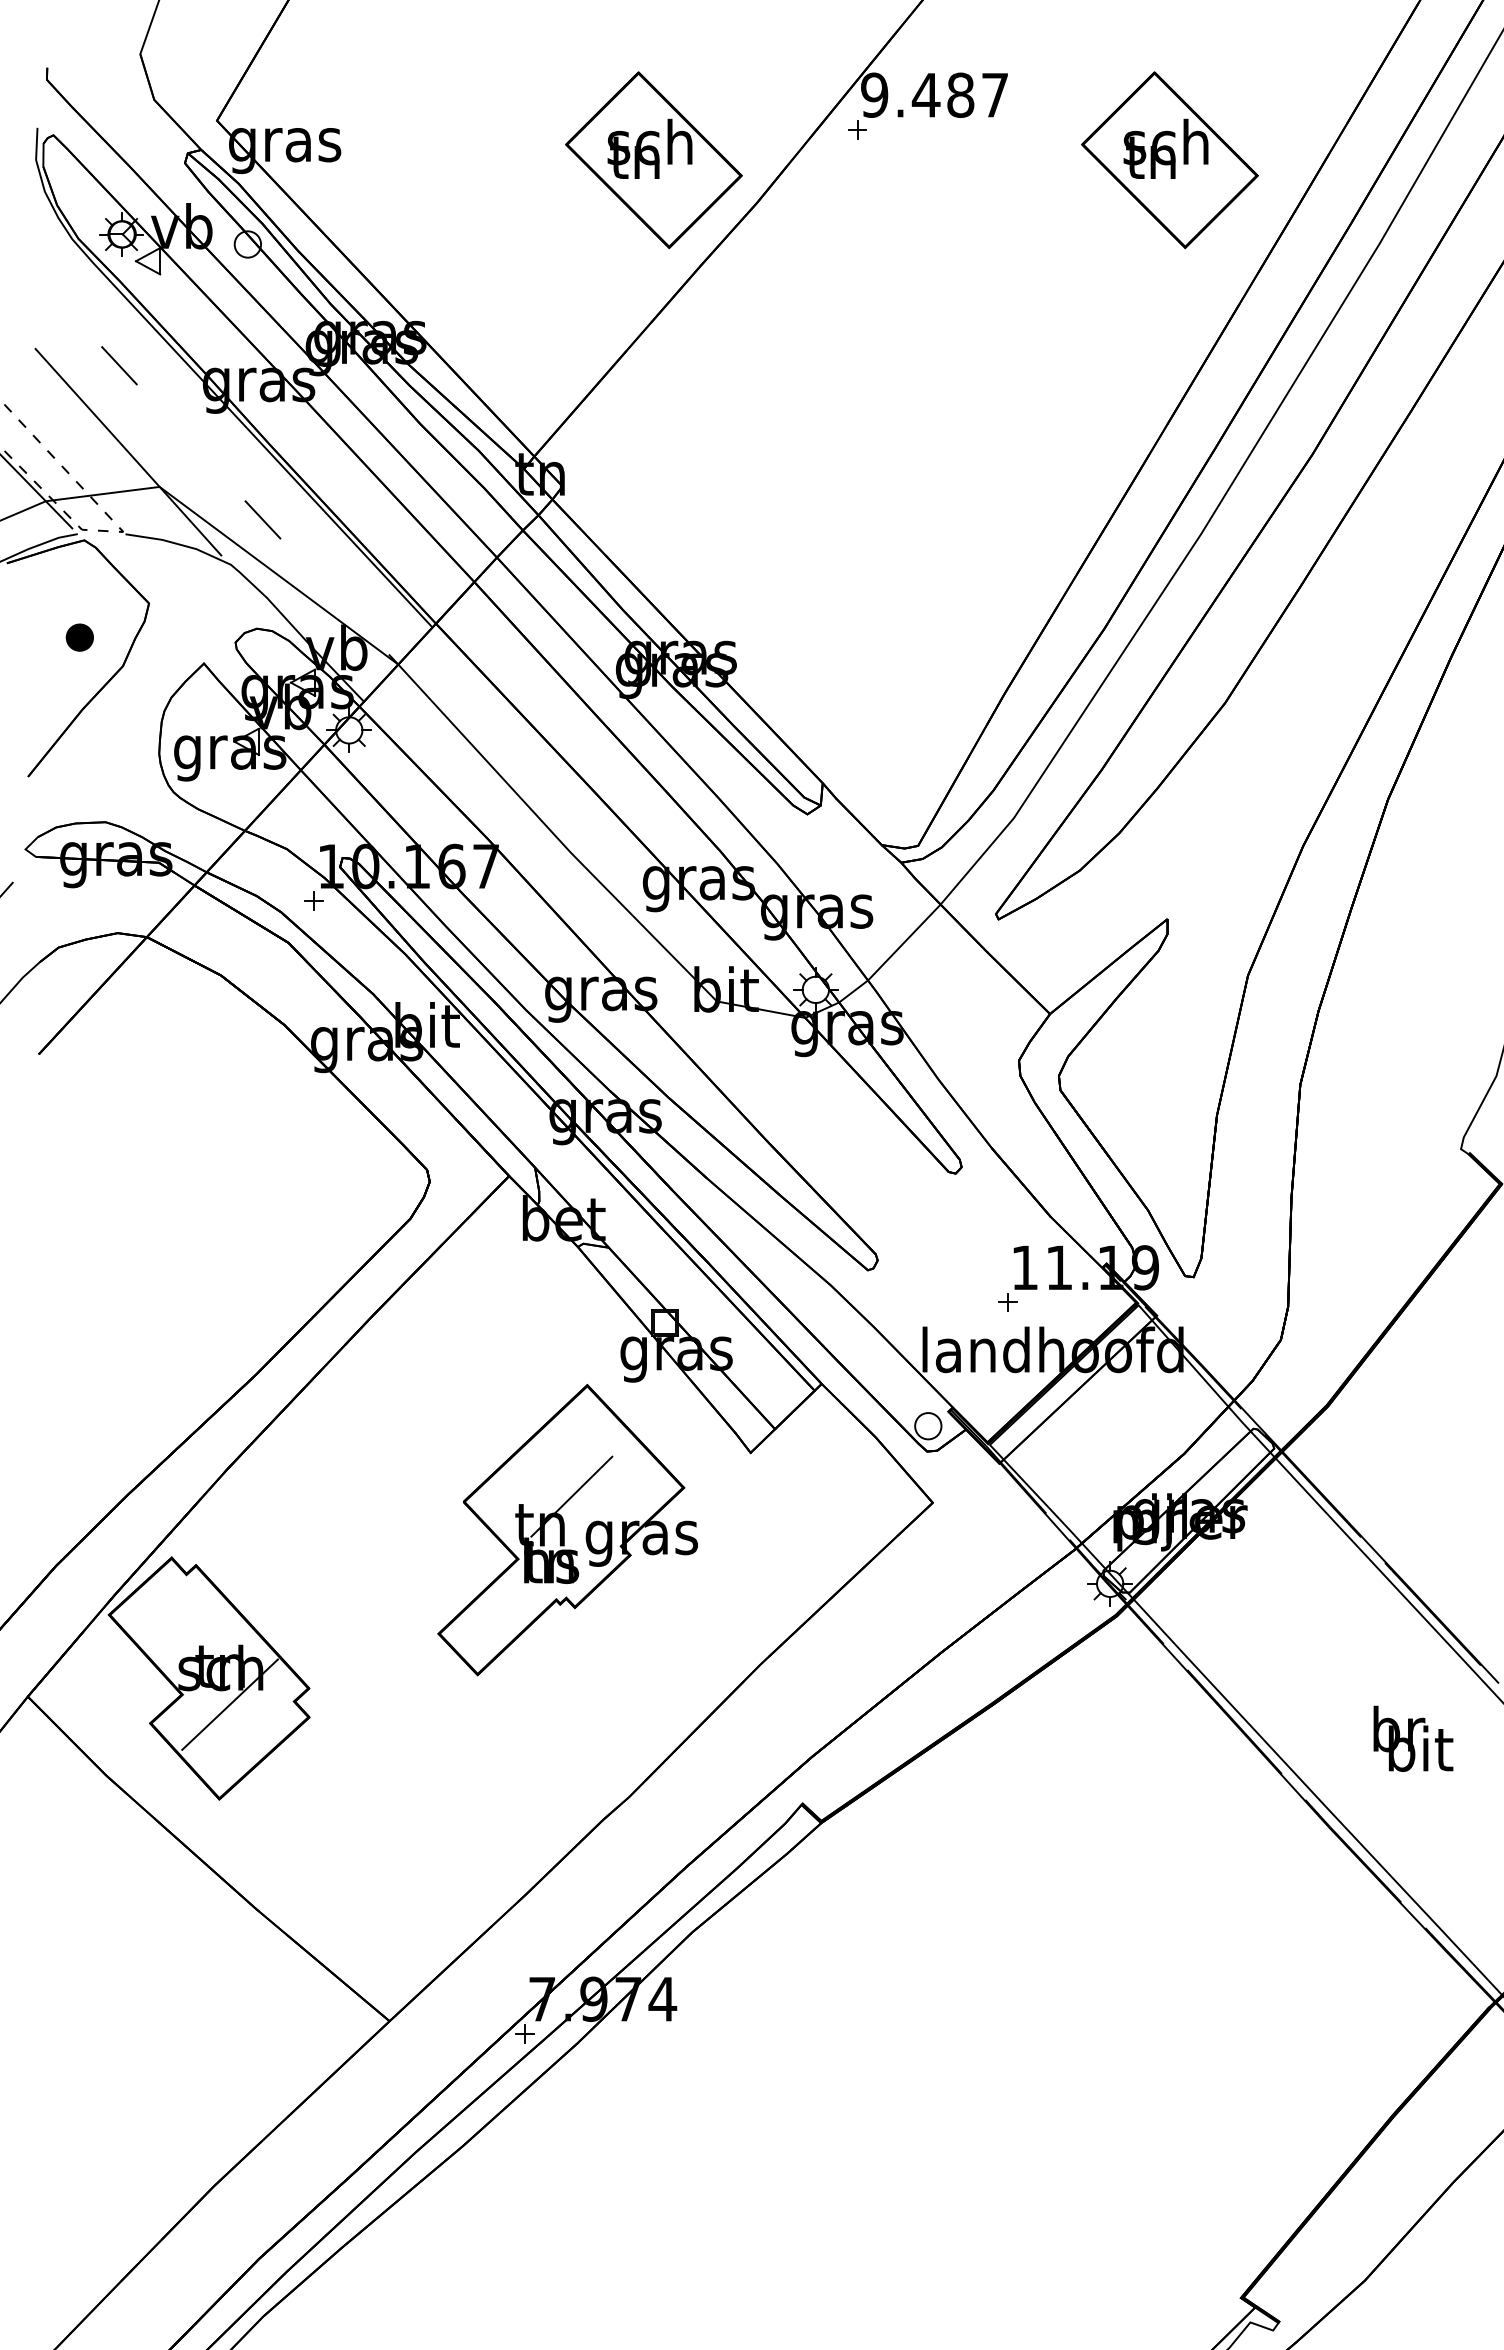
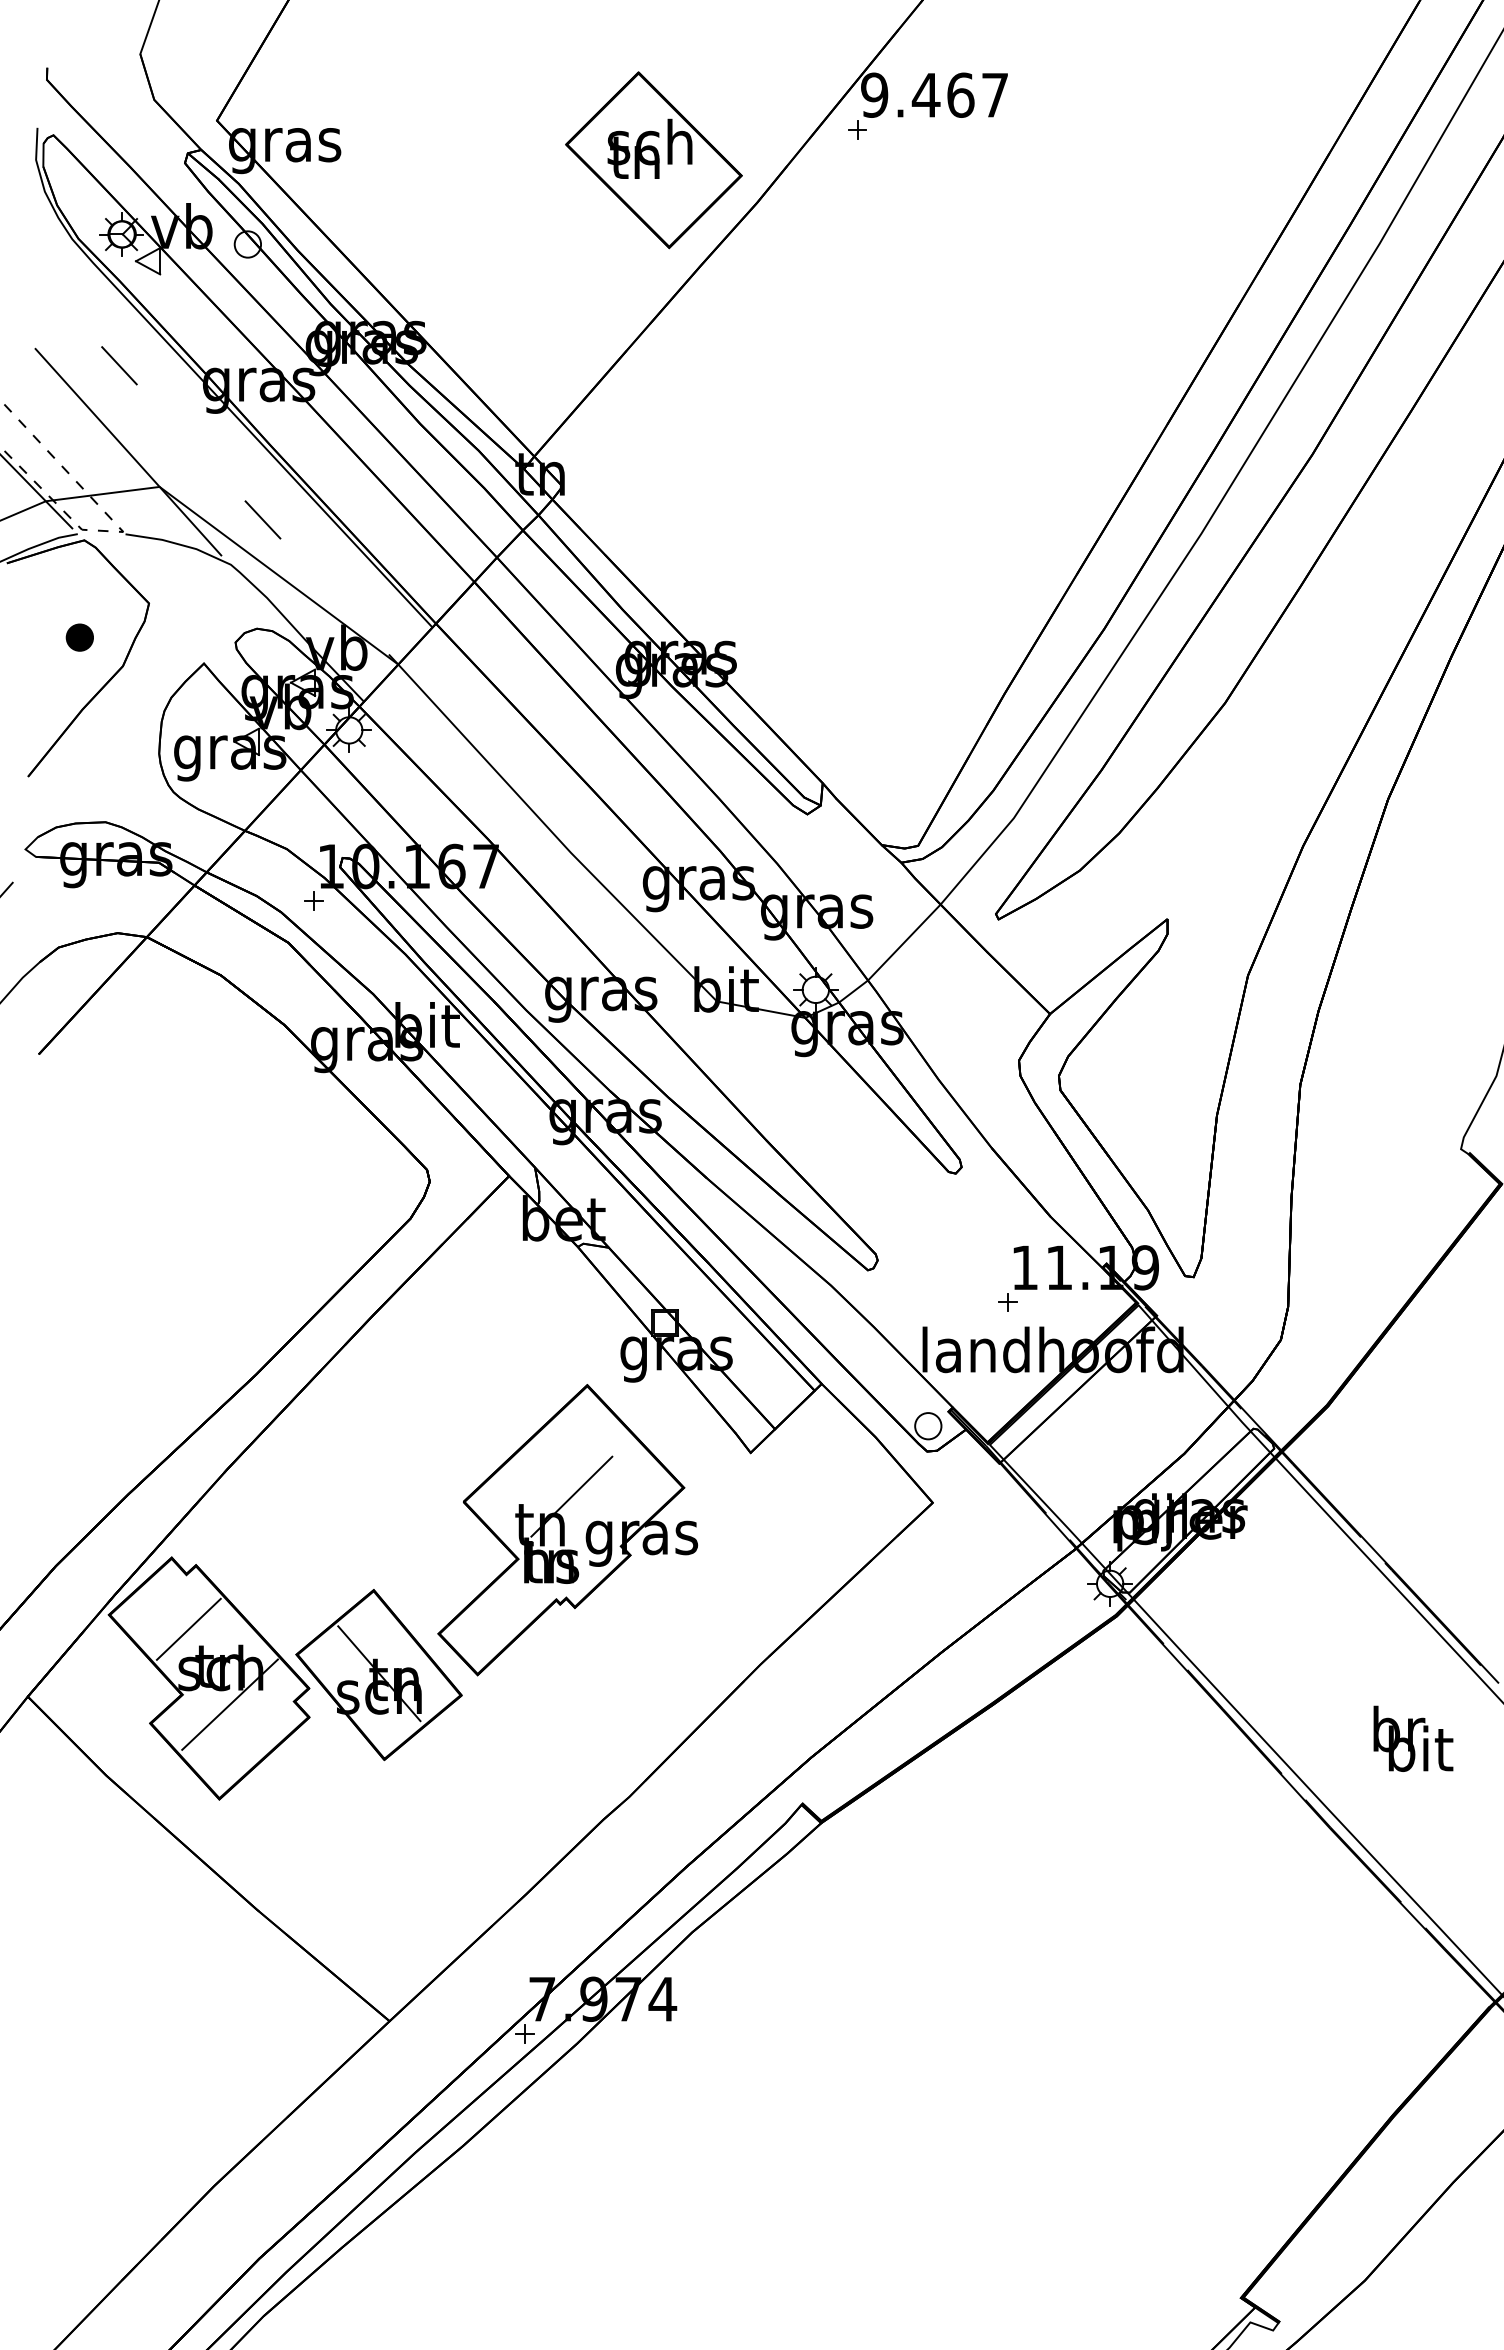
text at (960, 94): 9.487 -> 9.467
part at (1169, 160): present -> none
line at (188, 1628): none -> present
part at (378, 1675): none -> present
